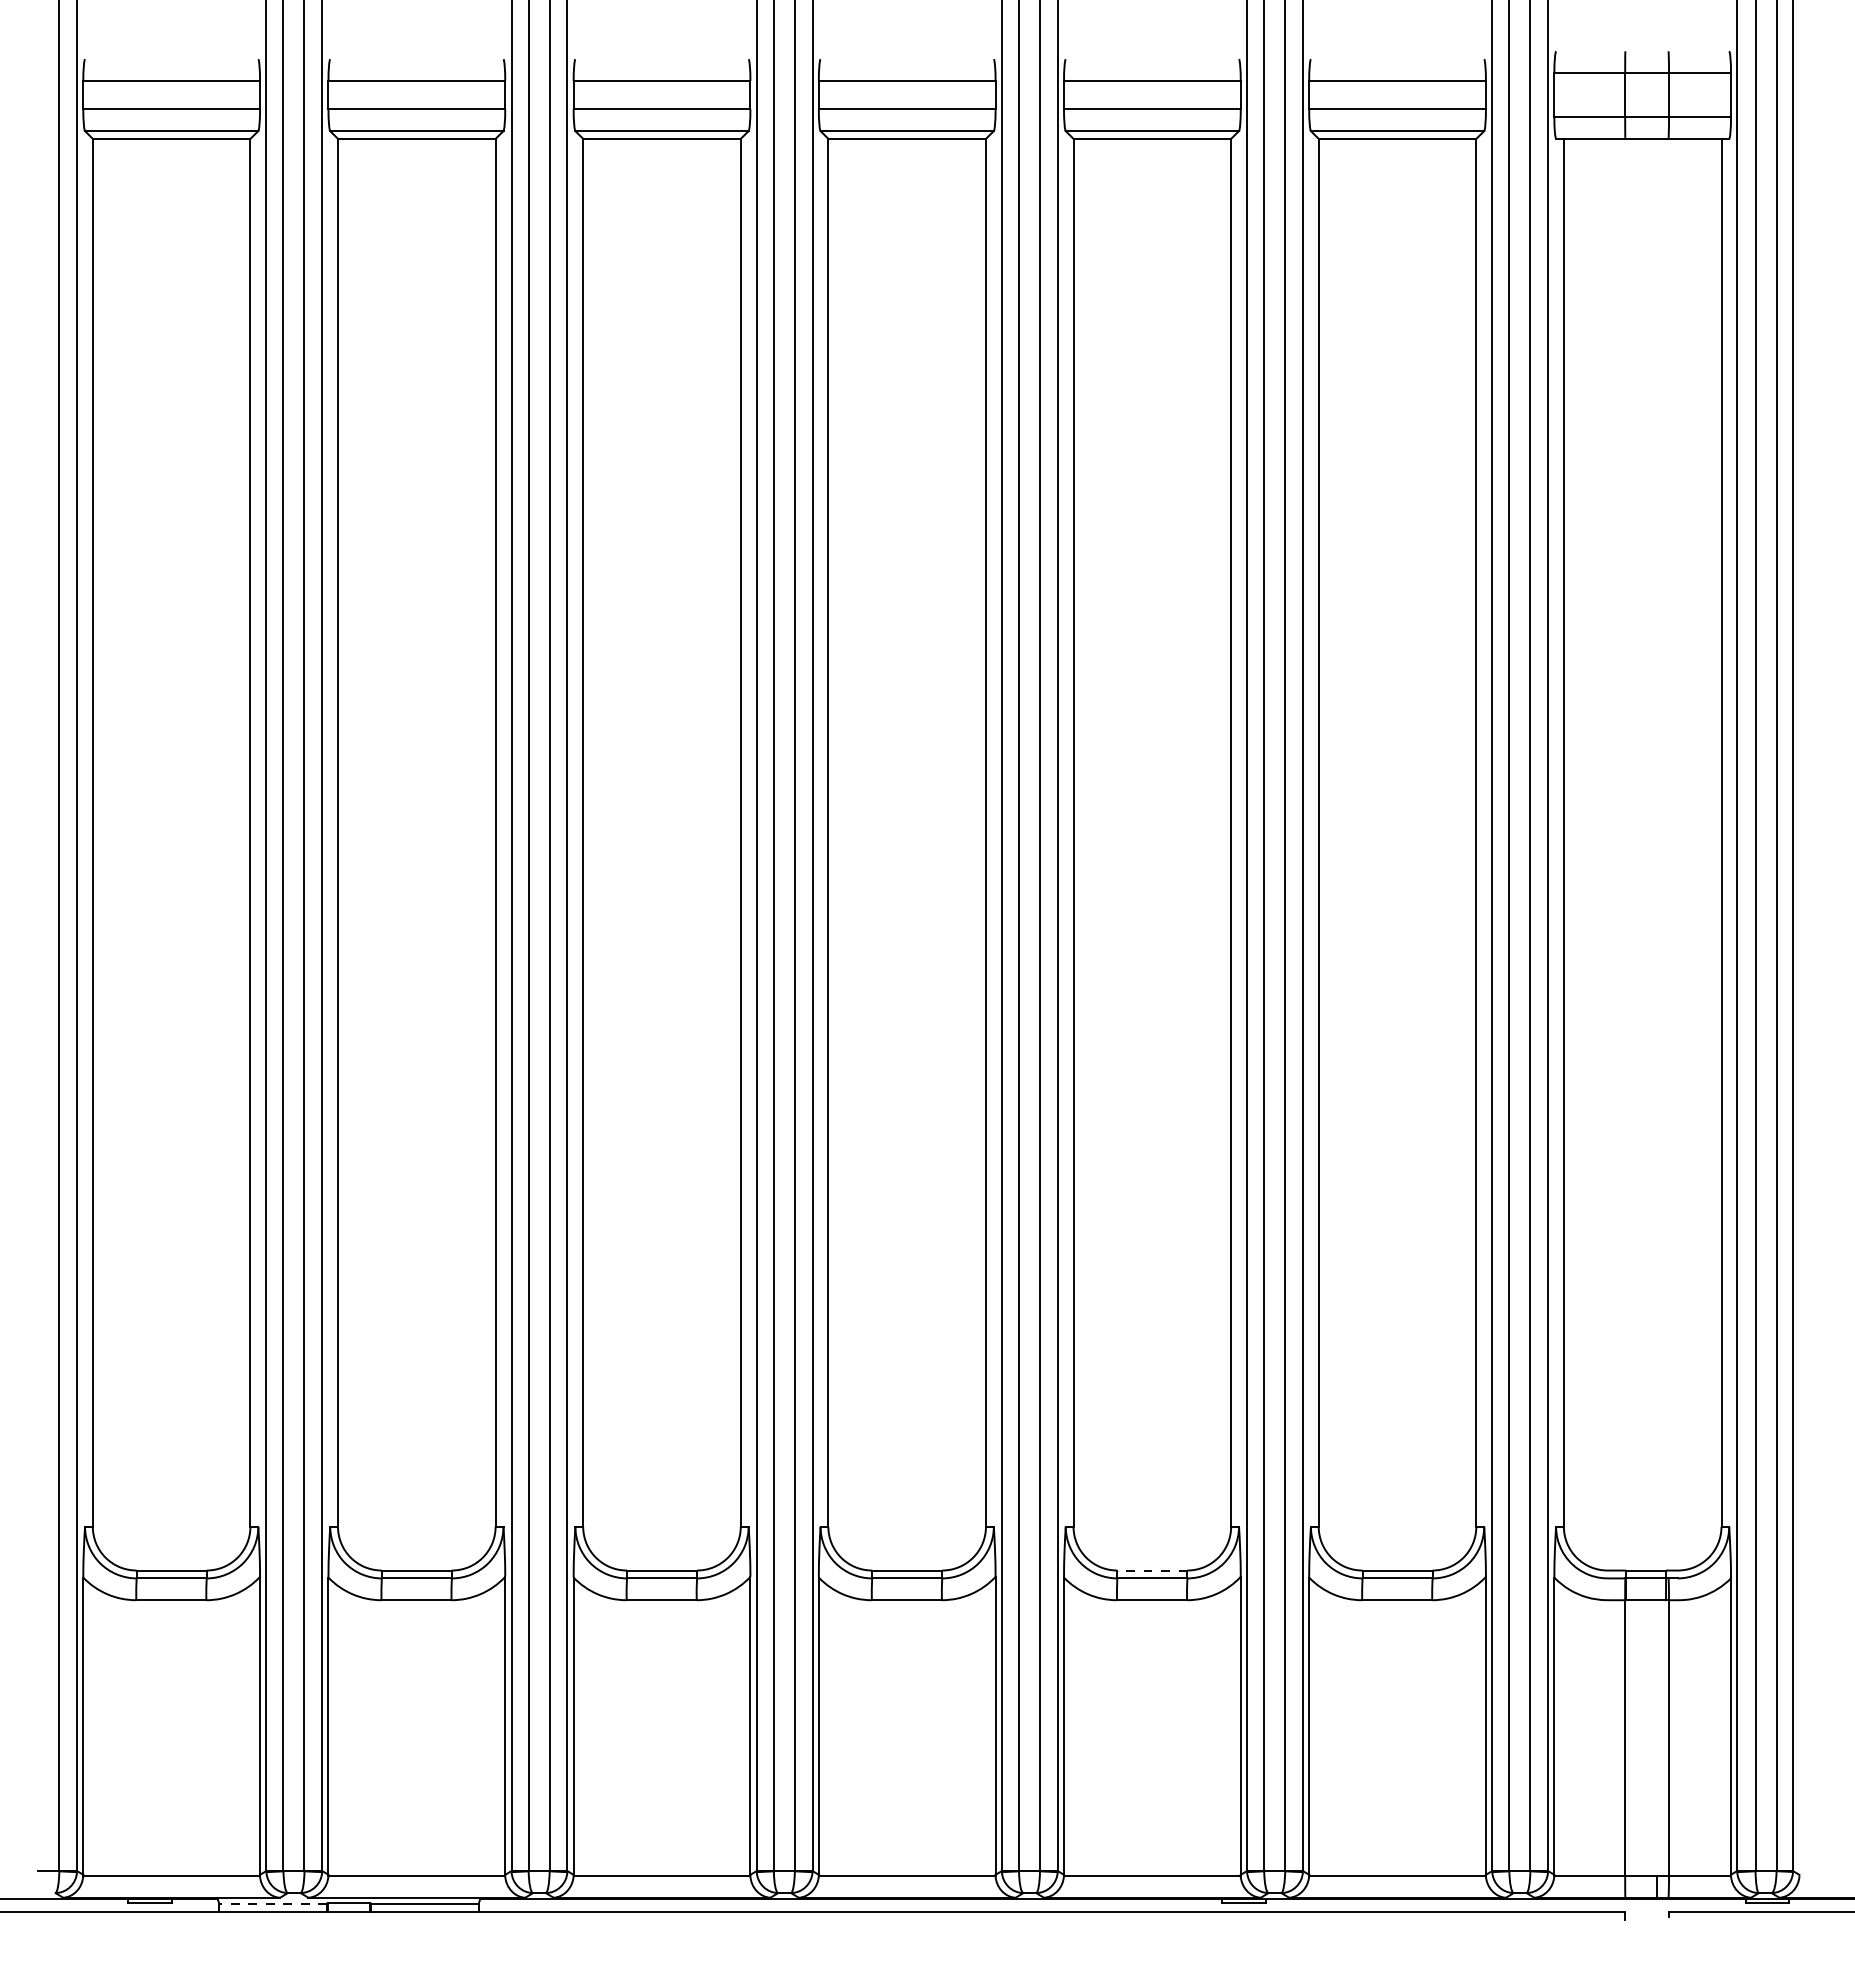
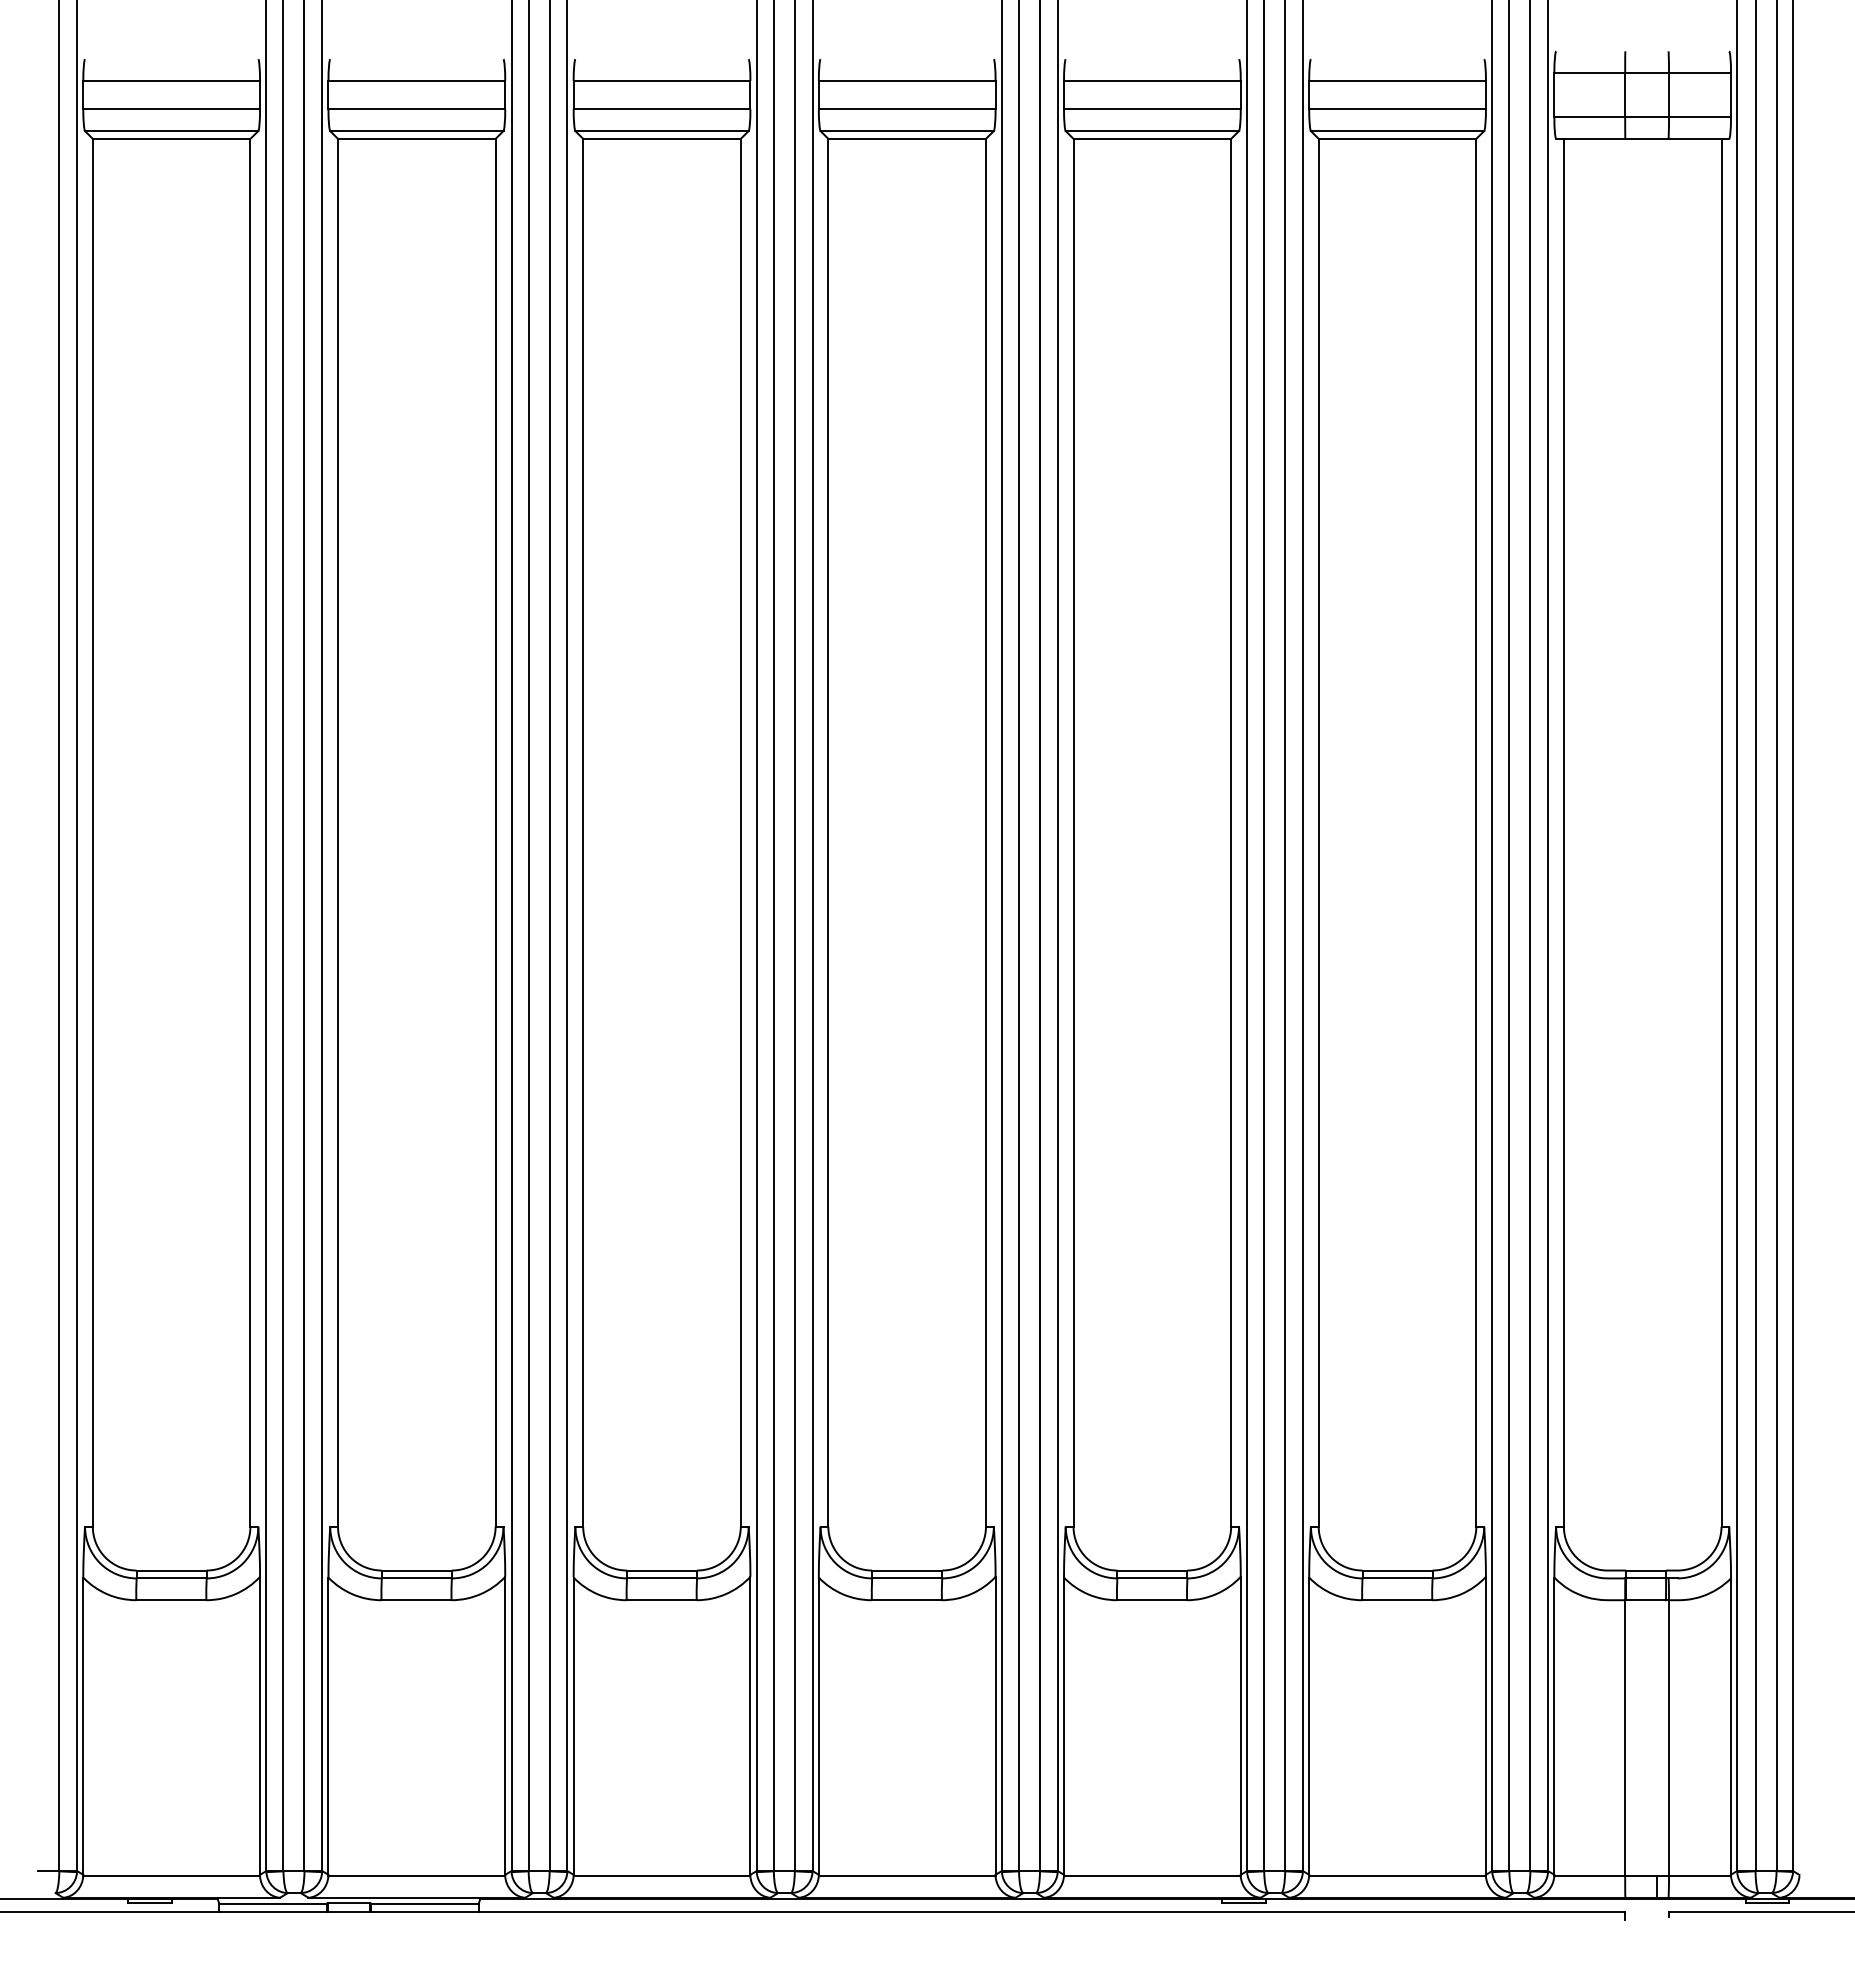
line at (1151, 1570): dashed -> solid
line at (273, 1903): dashed -> solid
